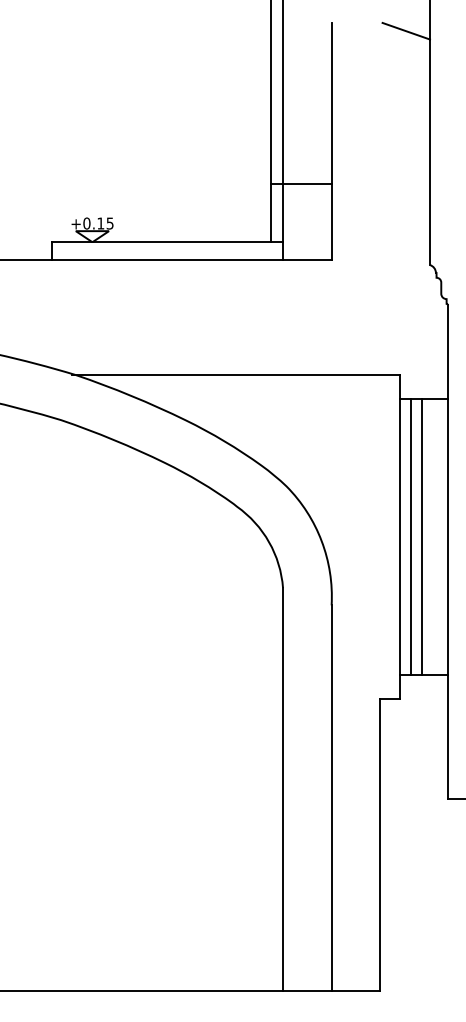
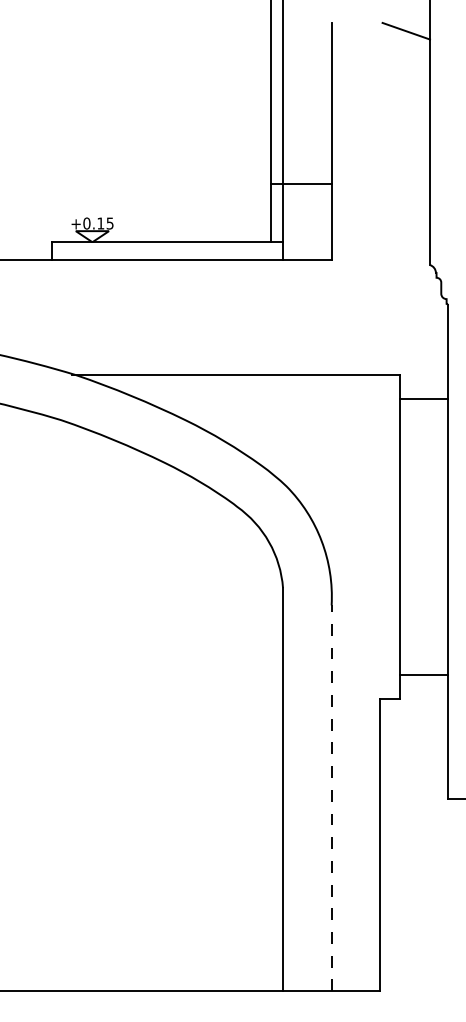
line at (410, 536): present -> none
line at (422, 536): present -> none
line at (331, 798): solid -> dashed
